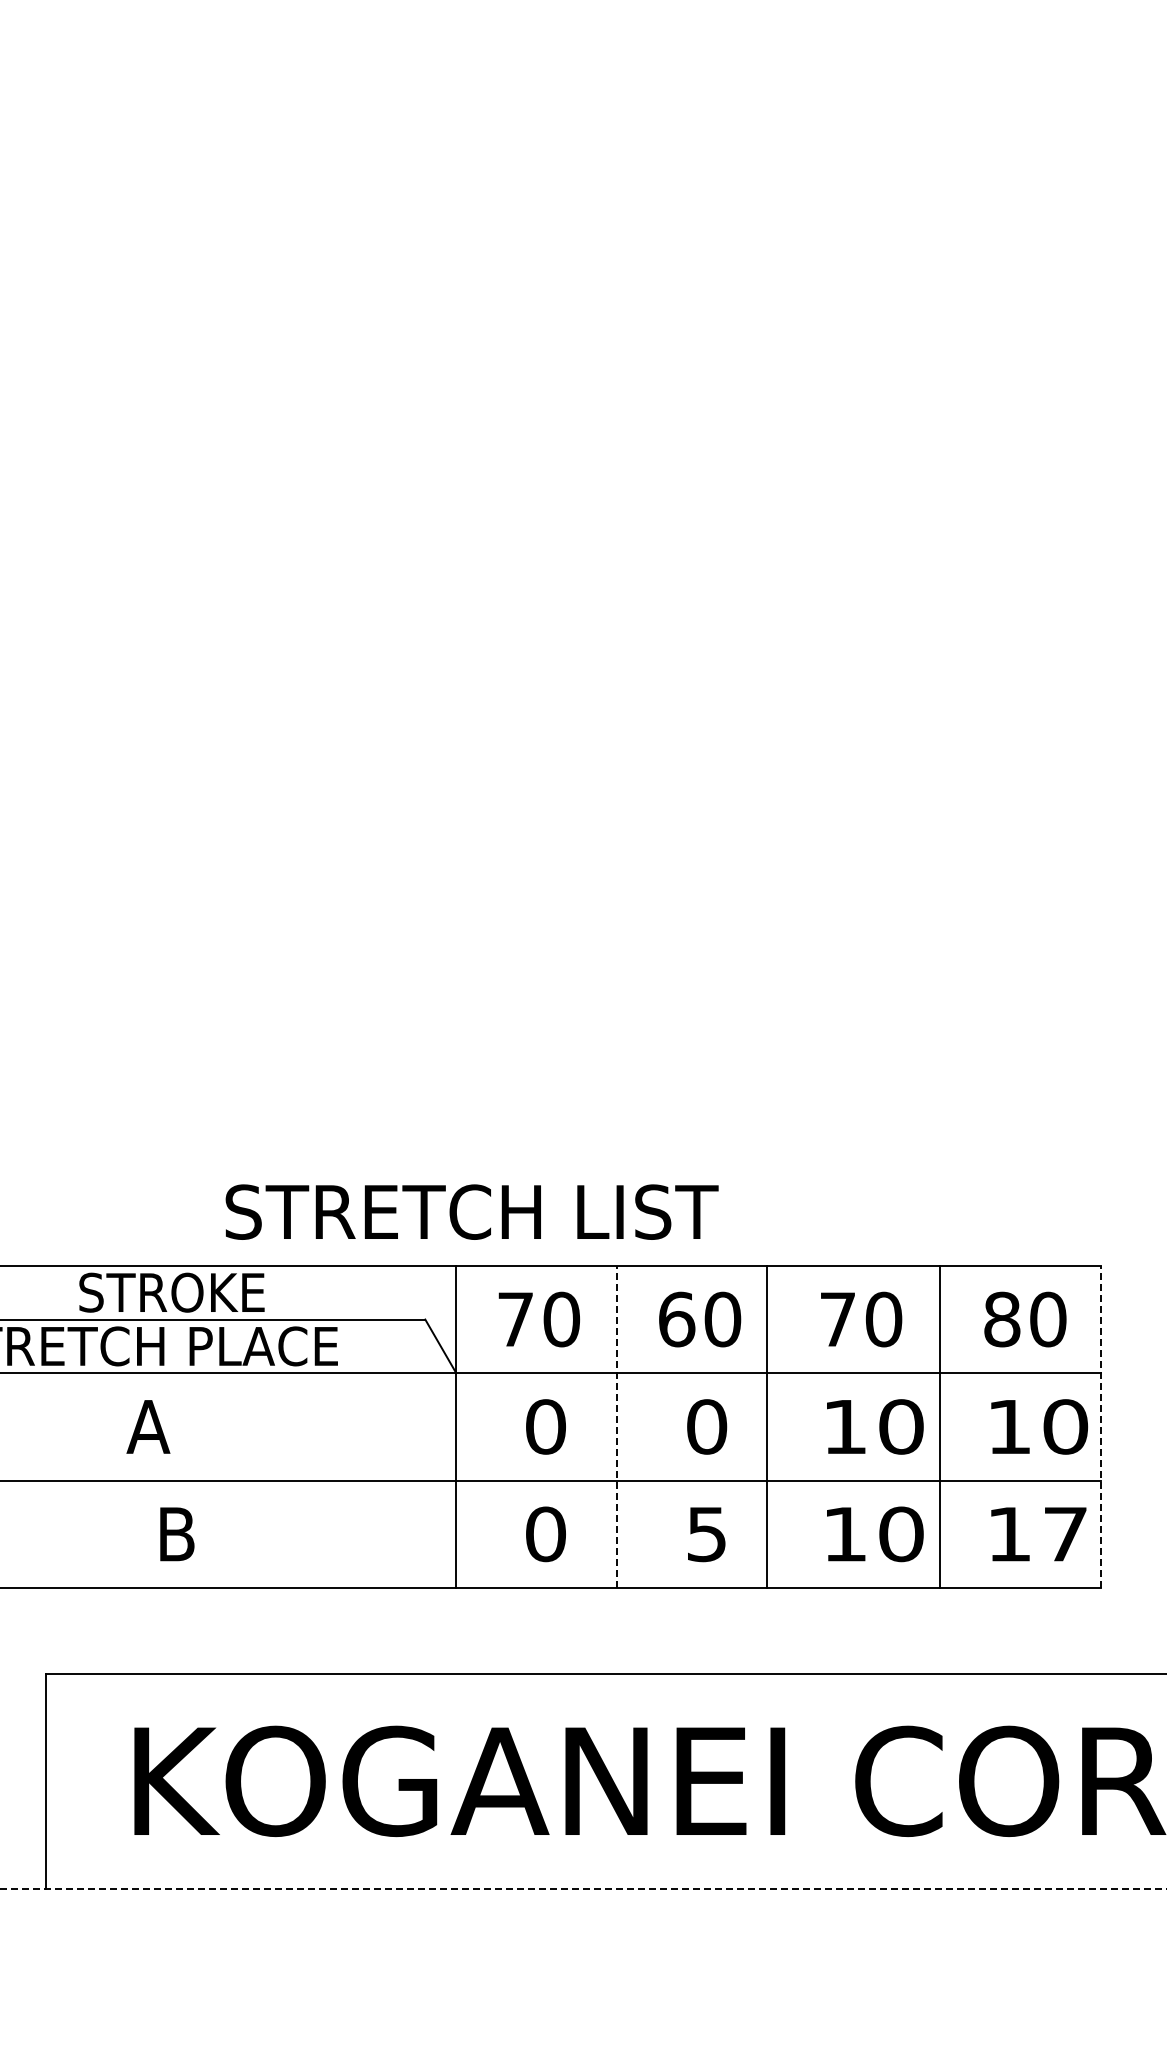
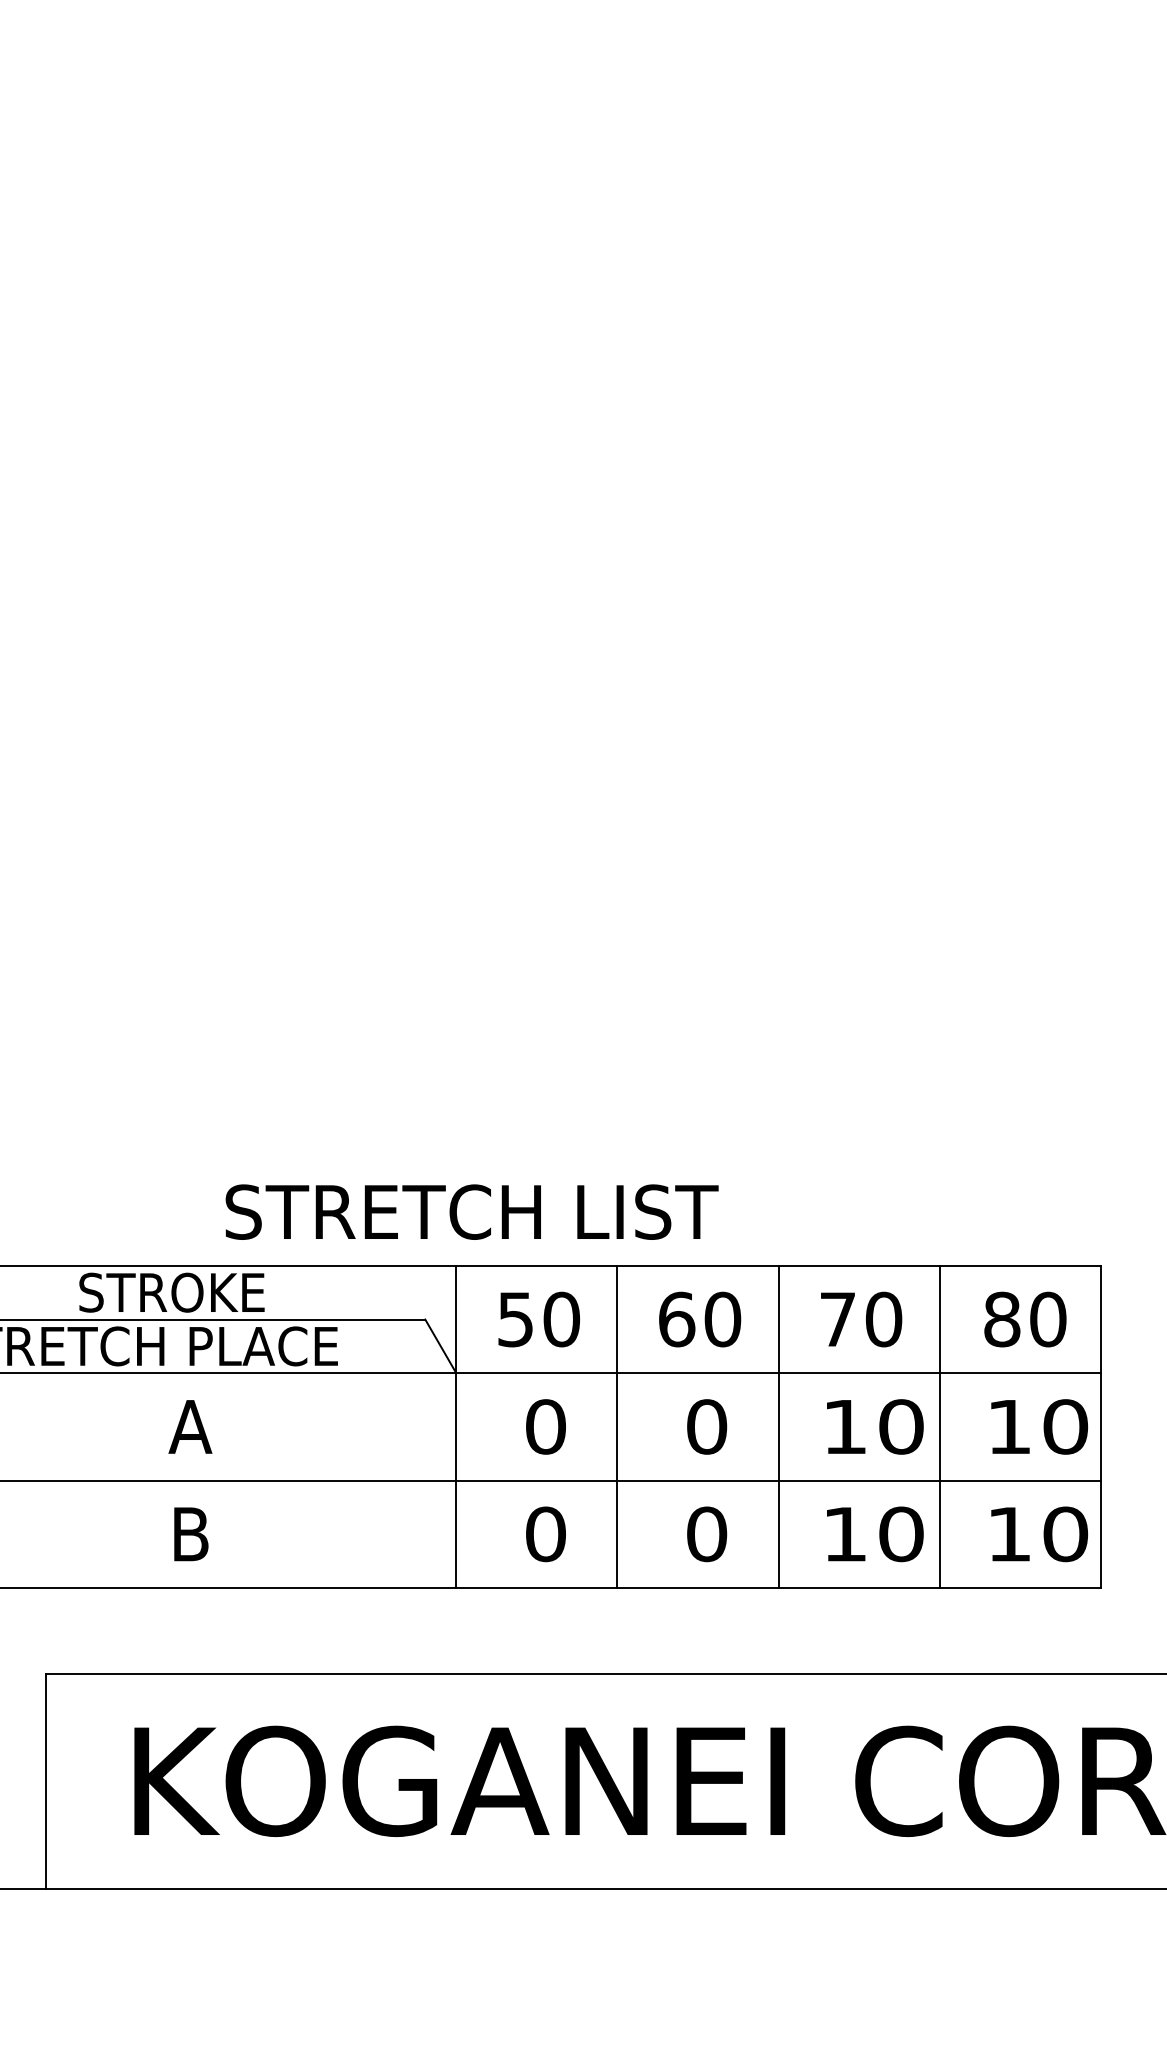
text at (515, 1319): 70 -> 50
text at (148, 1426) position: (148, 1426) -> (190, 1426)
line at (617, 1426): dashed -> solid
line at (766, 1426) position: (766, 1426) -> (778, 1426)
line at (1100, 1426): dashed -> solid
text at (177, 1534) position: (177, 1534) -> (191, 1534)
text at (707, 1534): 5 -> 0
text at (1065, 1534): 17 -> 10
line at (583, 1888): dashed -> solid
